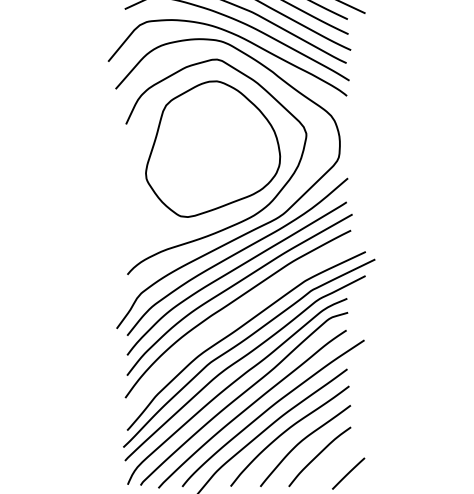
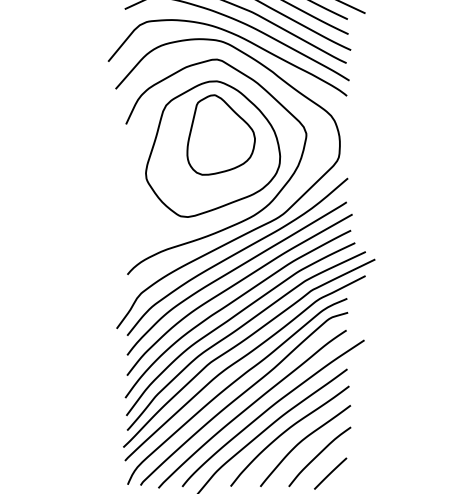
part at (220, 134): none -> present
curve at (233, 318): none -> present
line at (348, 473) position: (348, 473) -> (330, 473)
